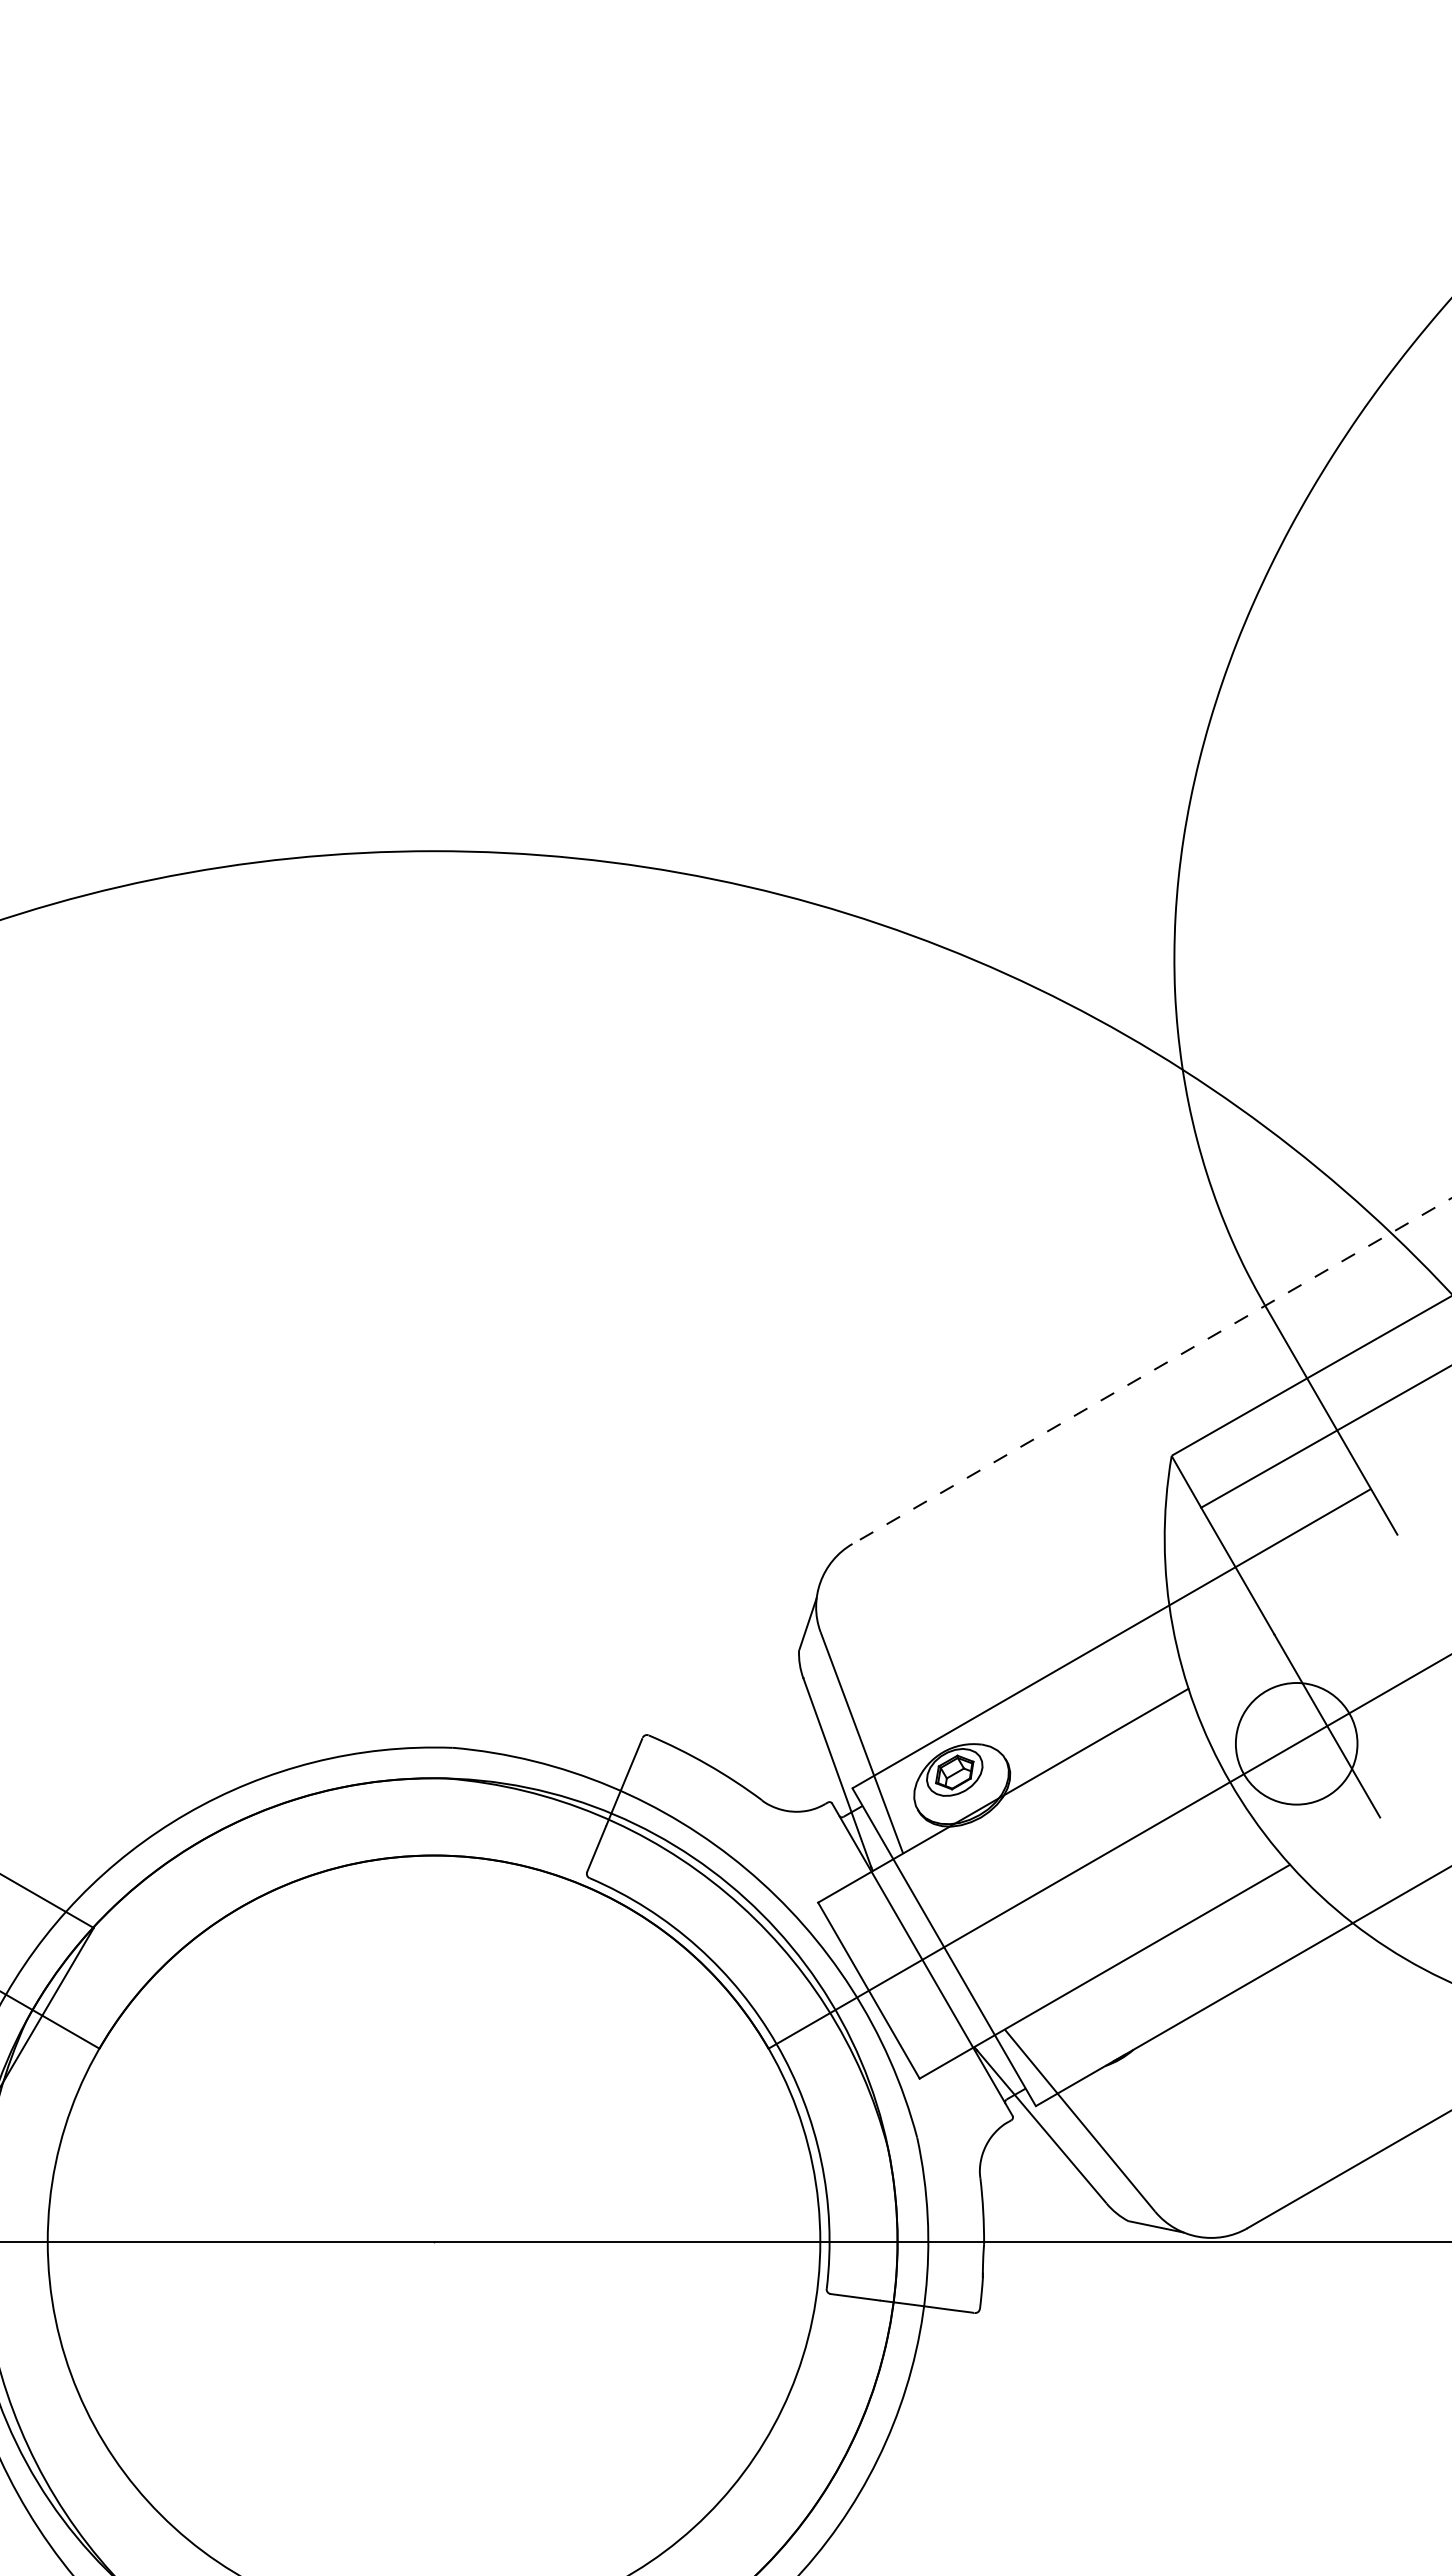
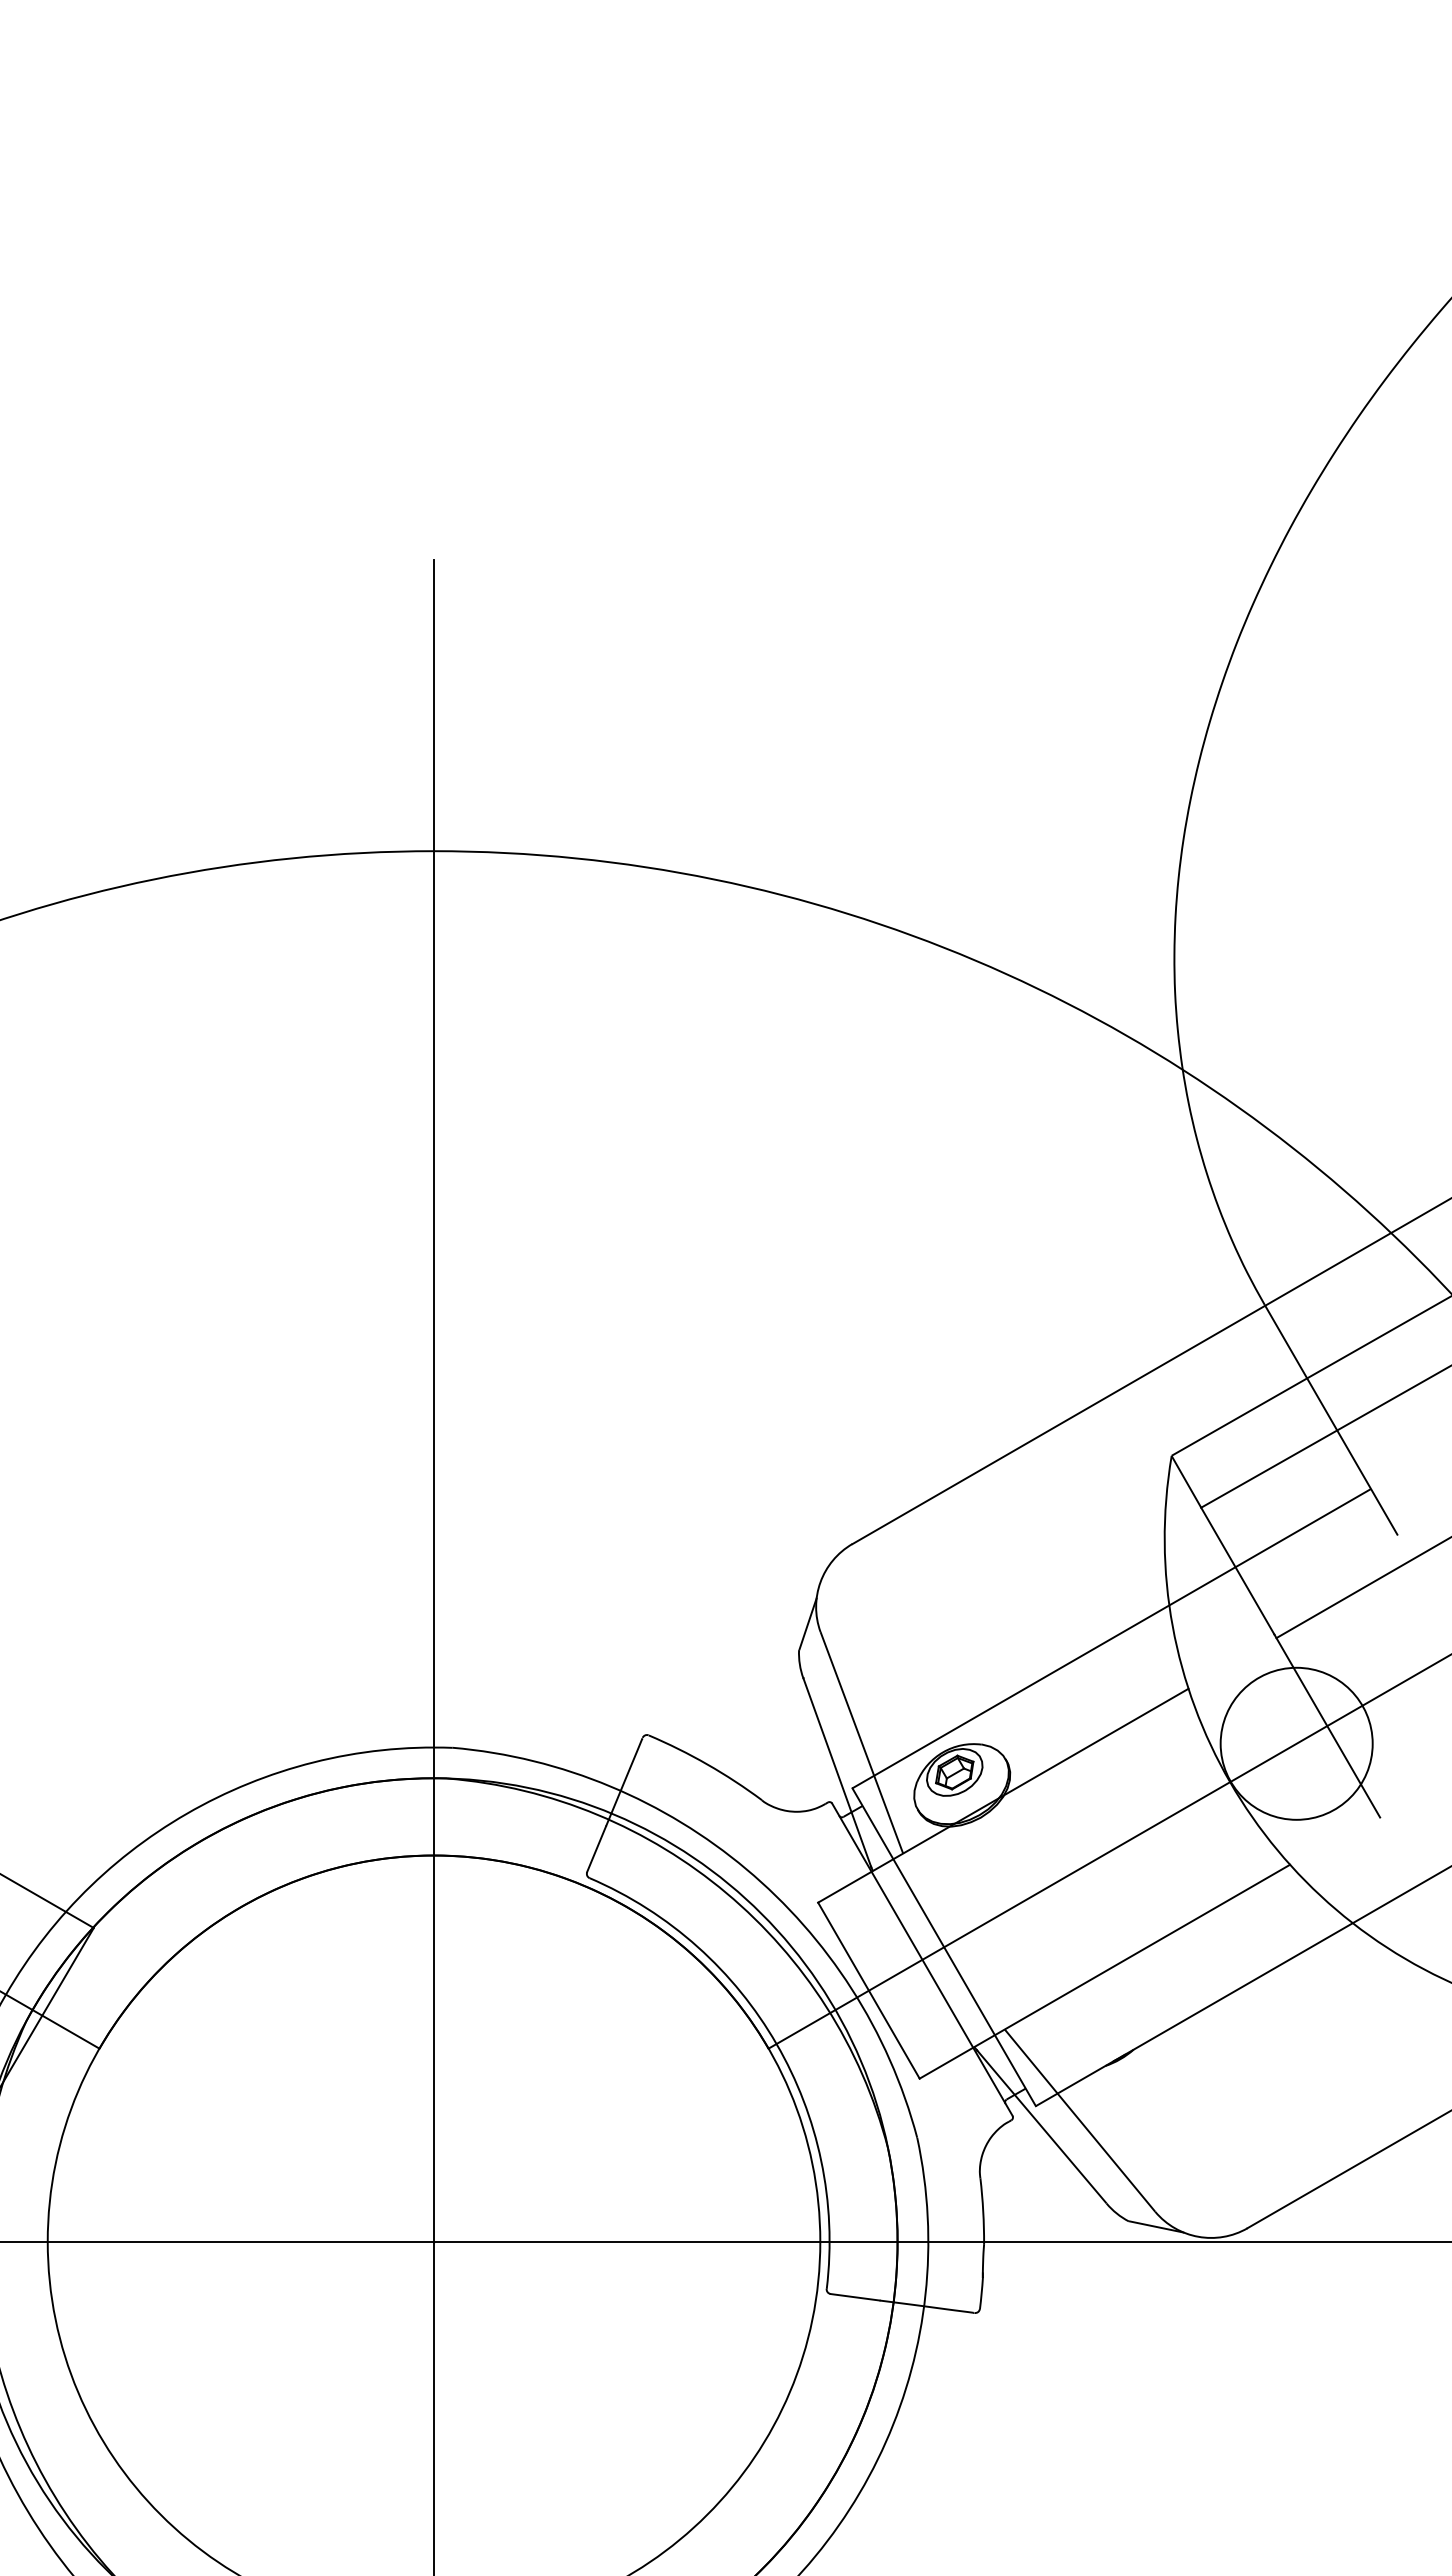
line at (1151, 1371): dashed -> solid
line at (434, 1565): none -> present
line at (1362, 1588): none -> present
circle at (1296, 1743) diameter: 122 px -> 152 px
